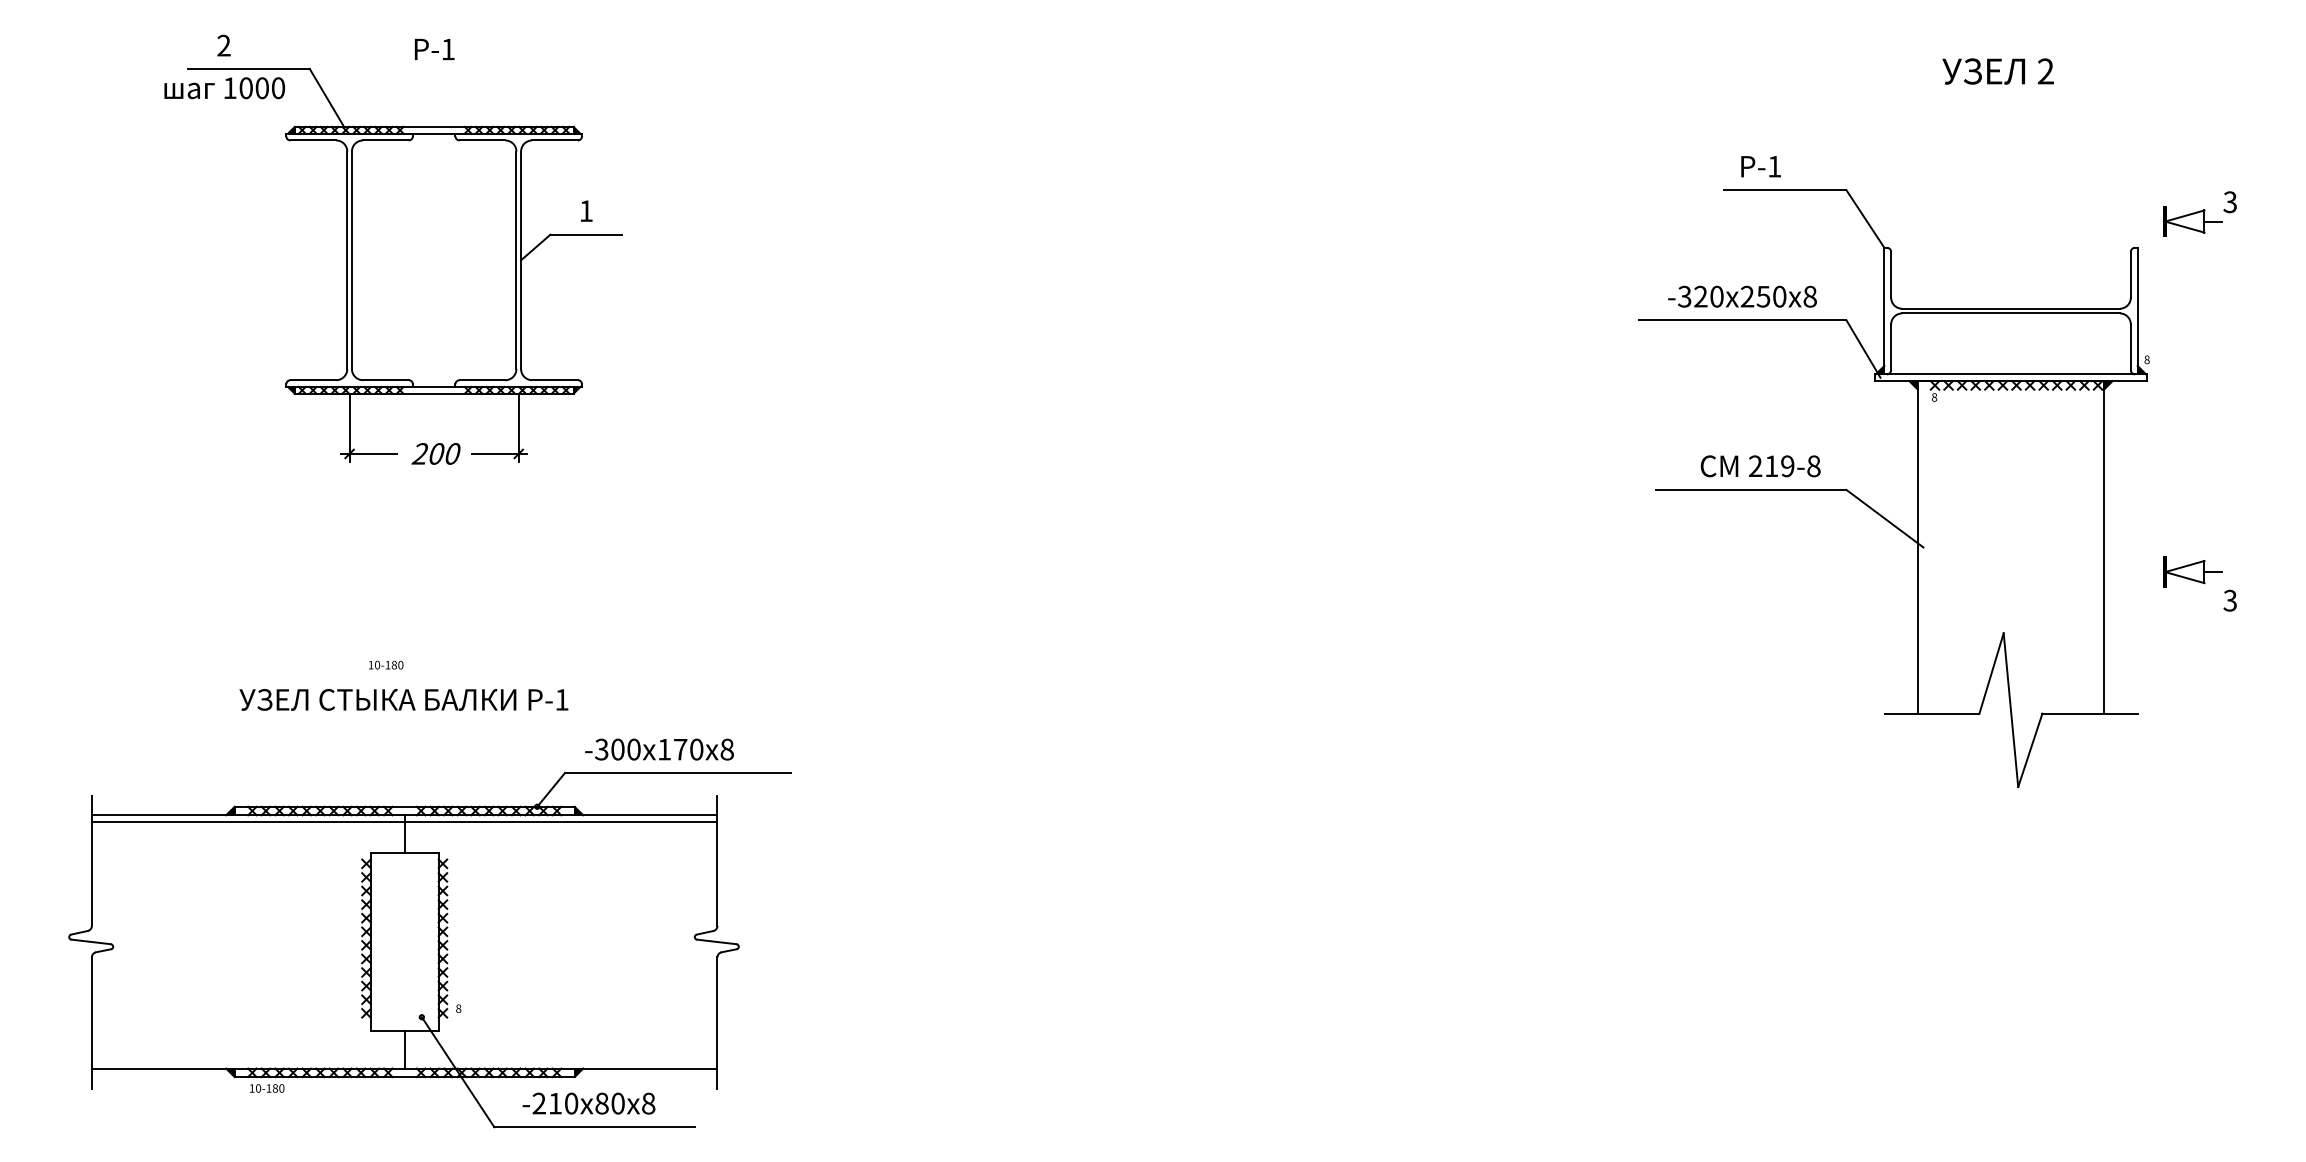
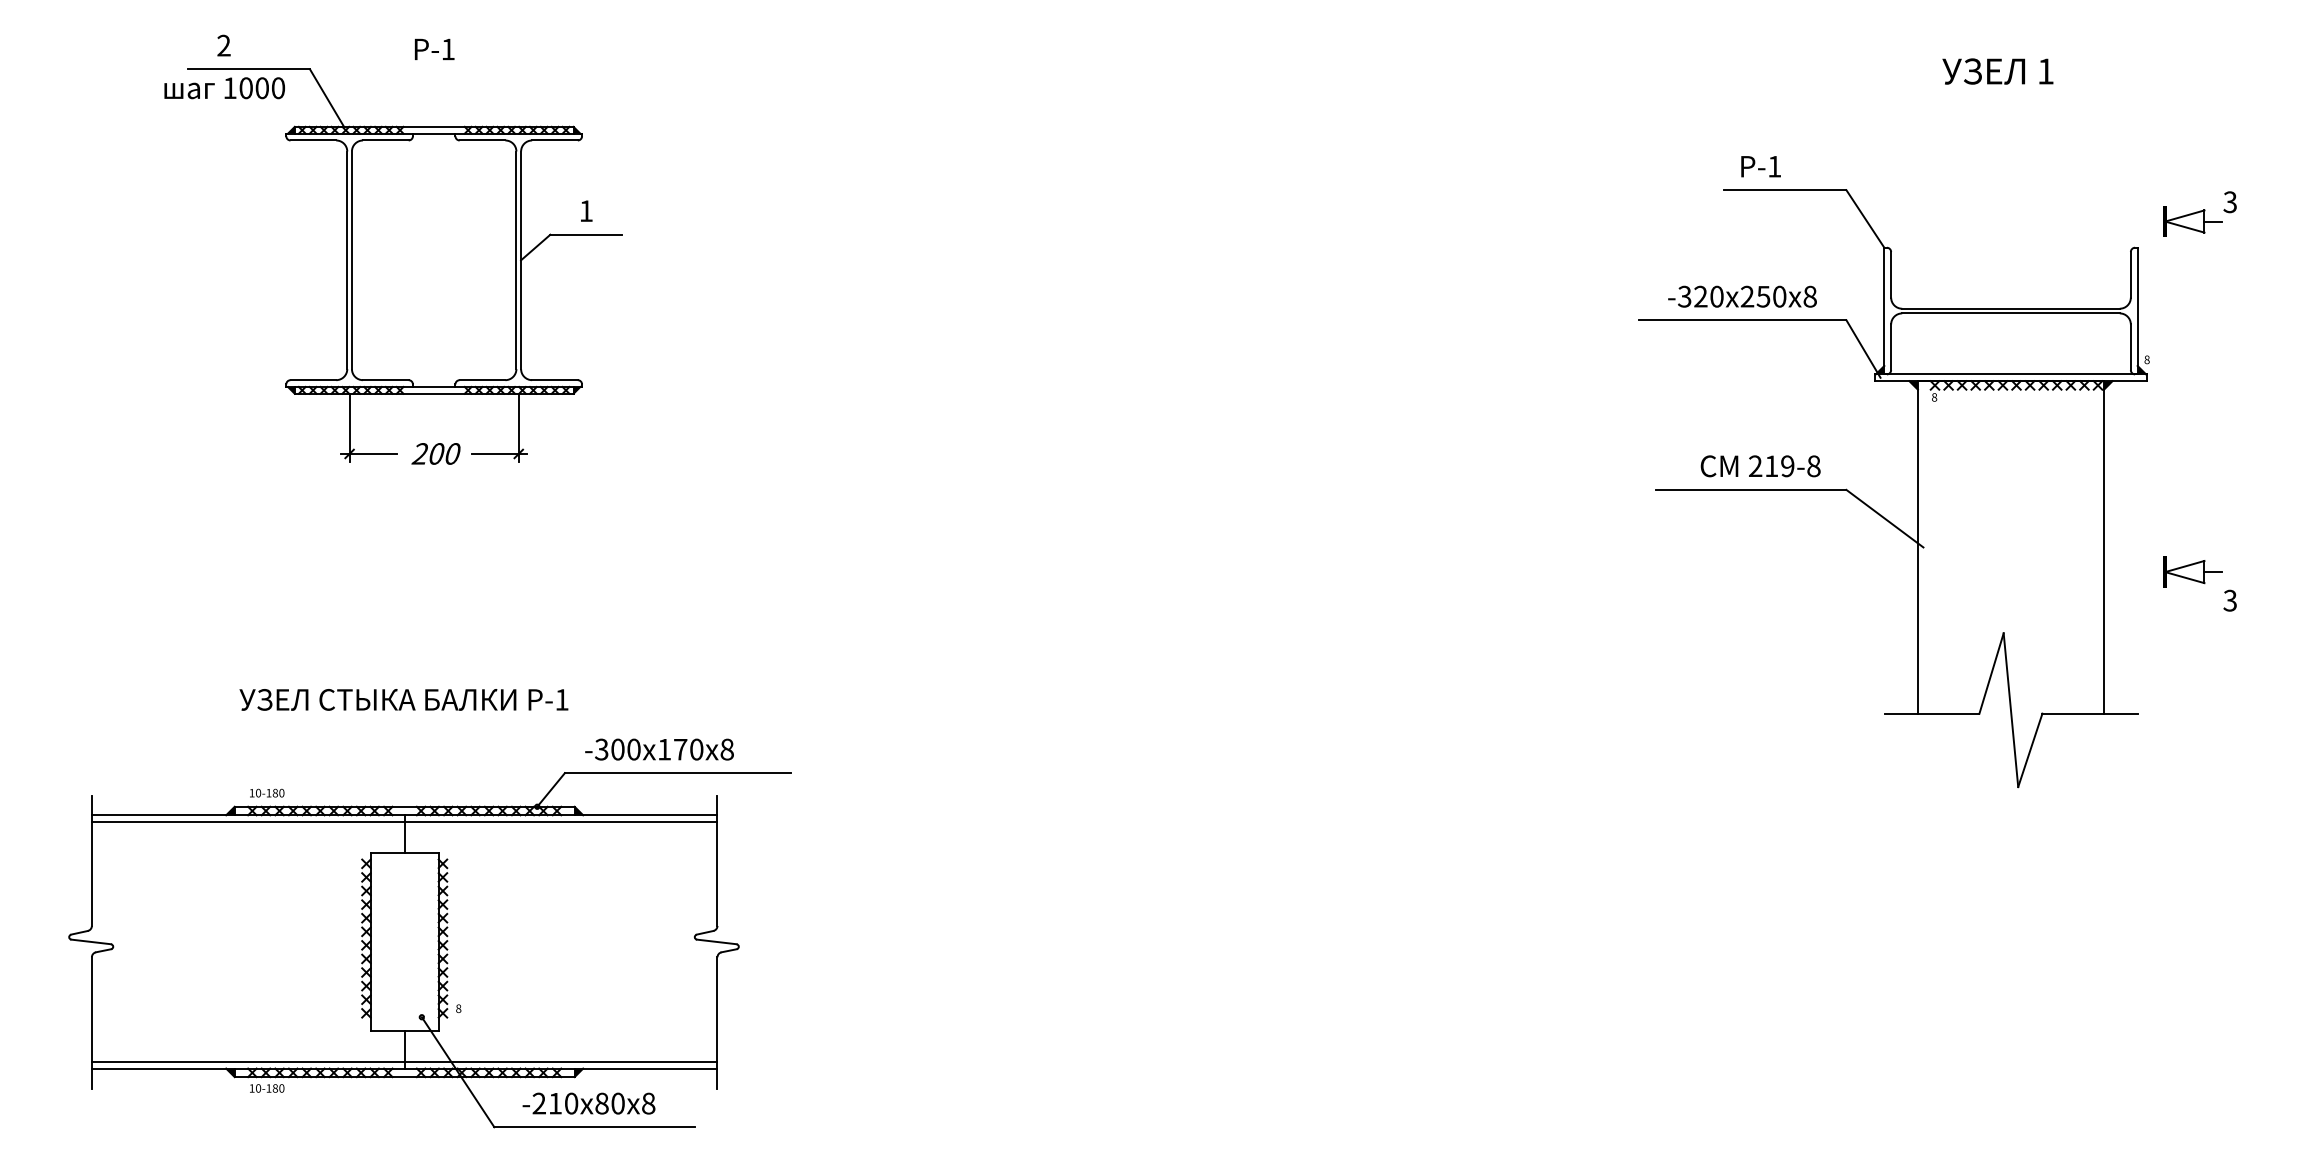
text at (2045, 71): 2 -> 1
text at (386, 664) position: (386, 664) -> (267, 792)
line at (404, 1061): none -> present
